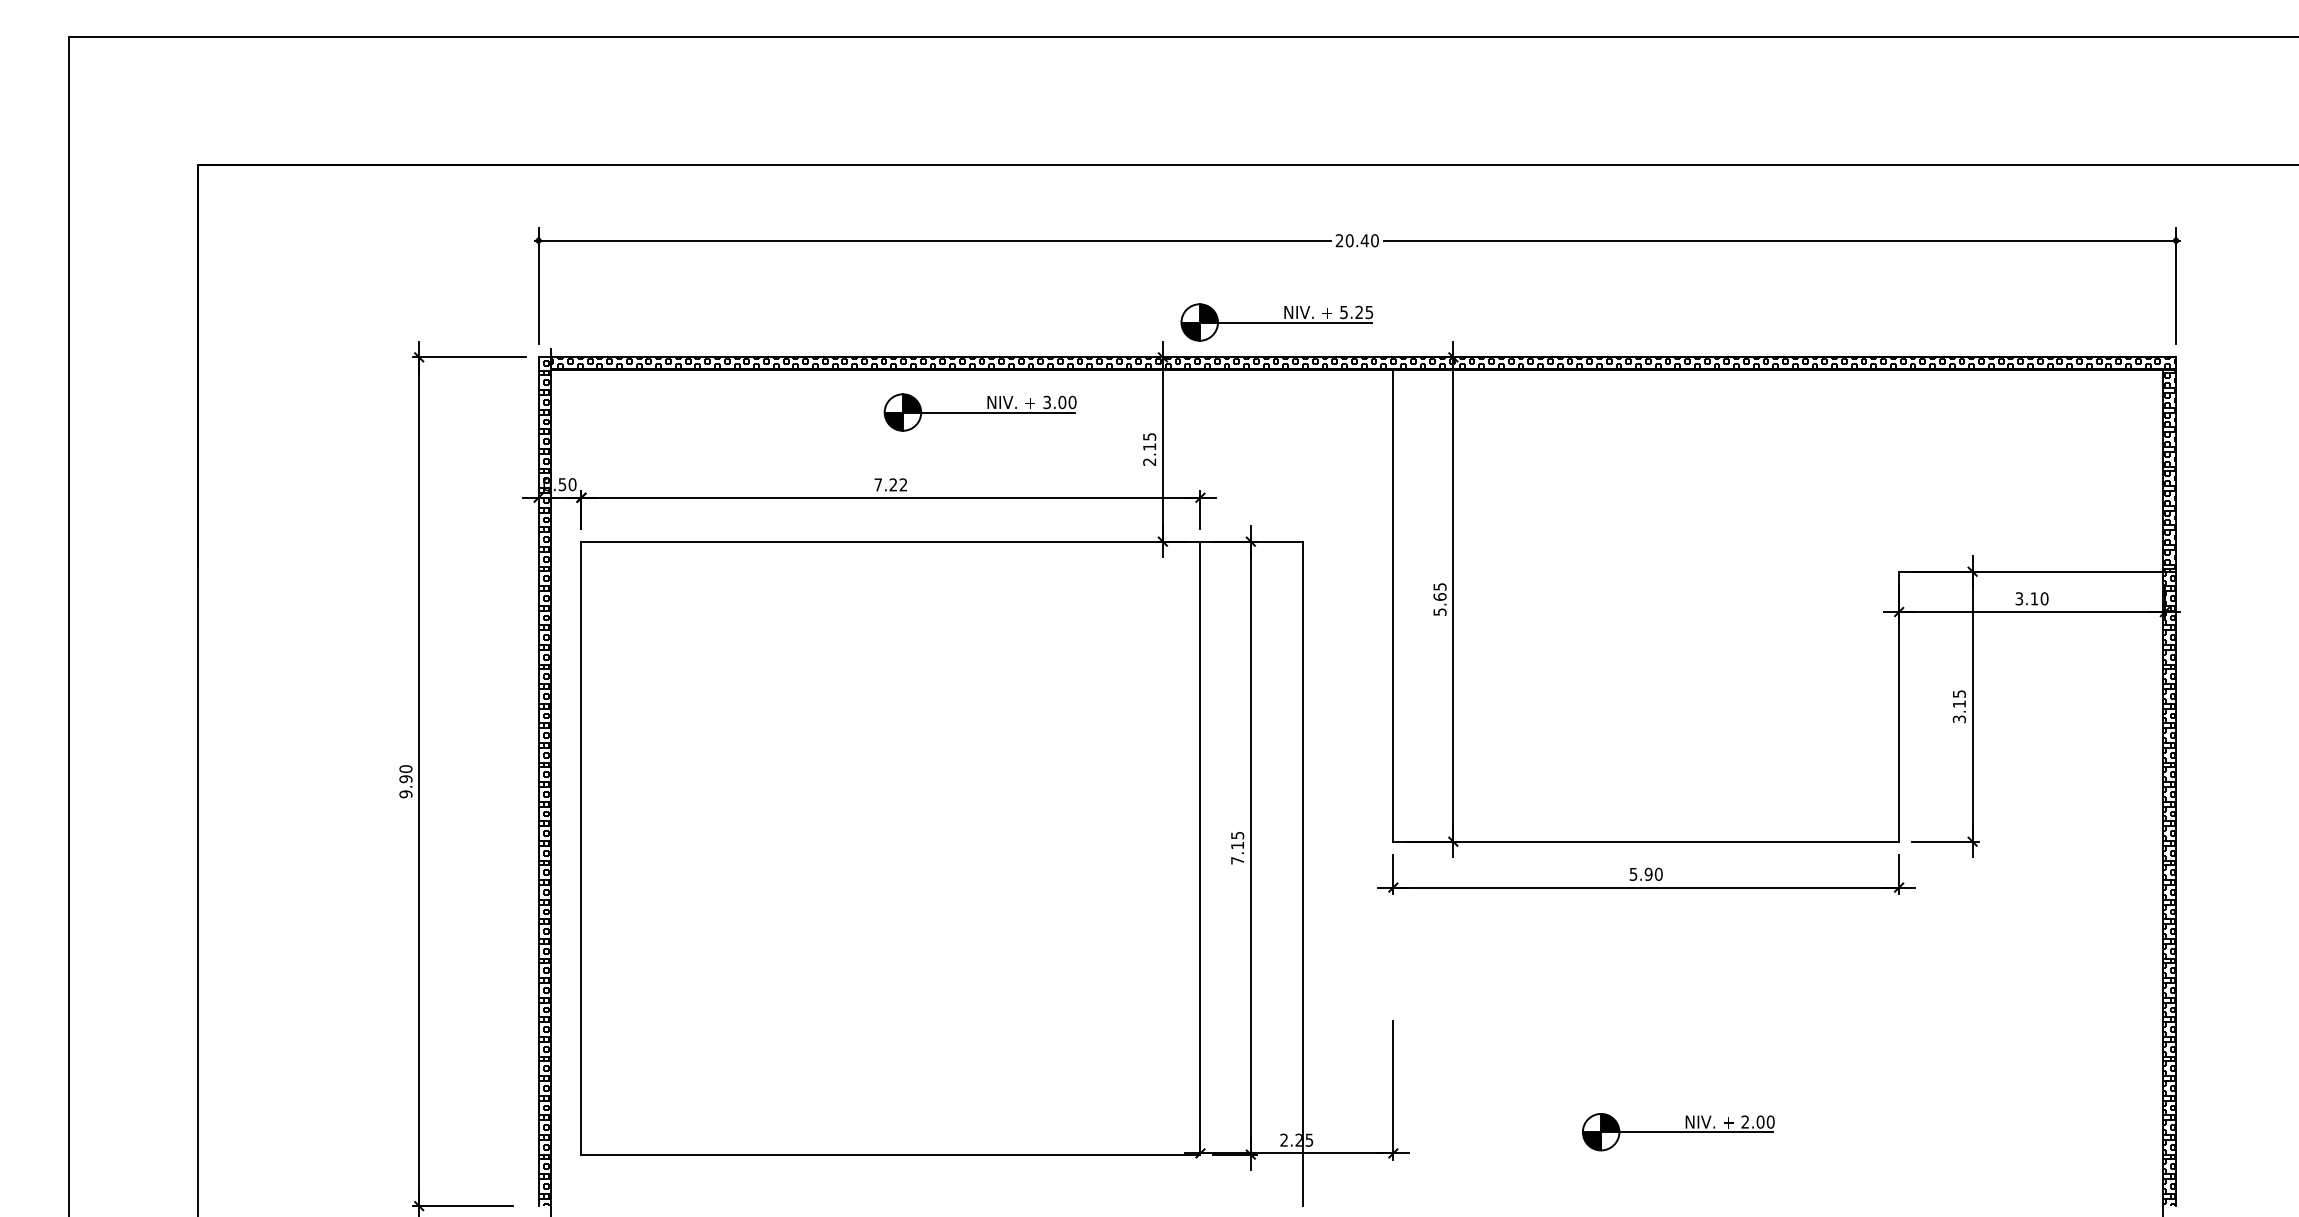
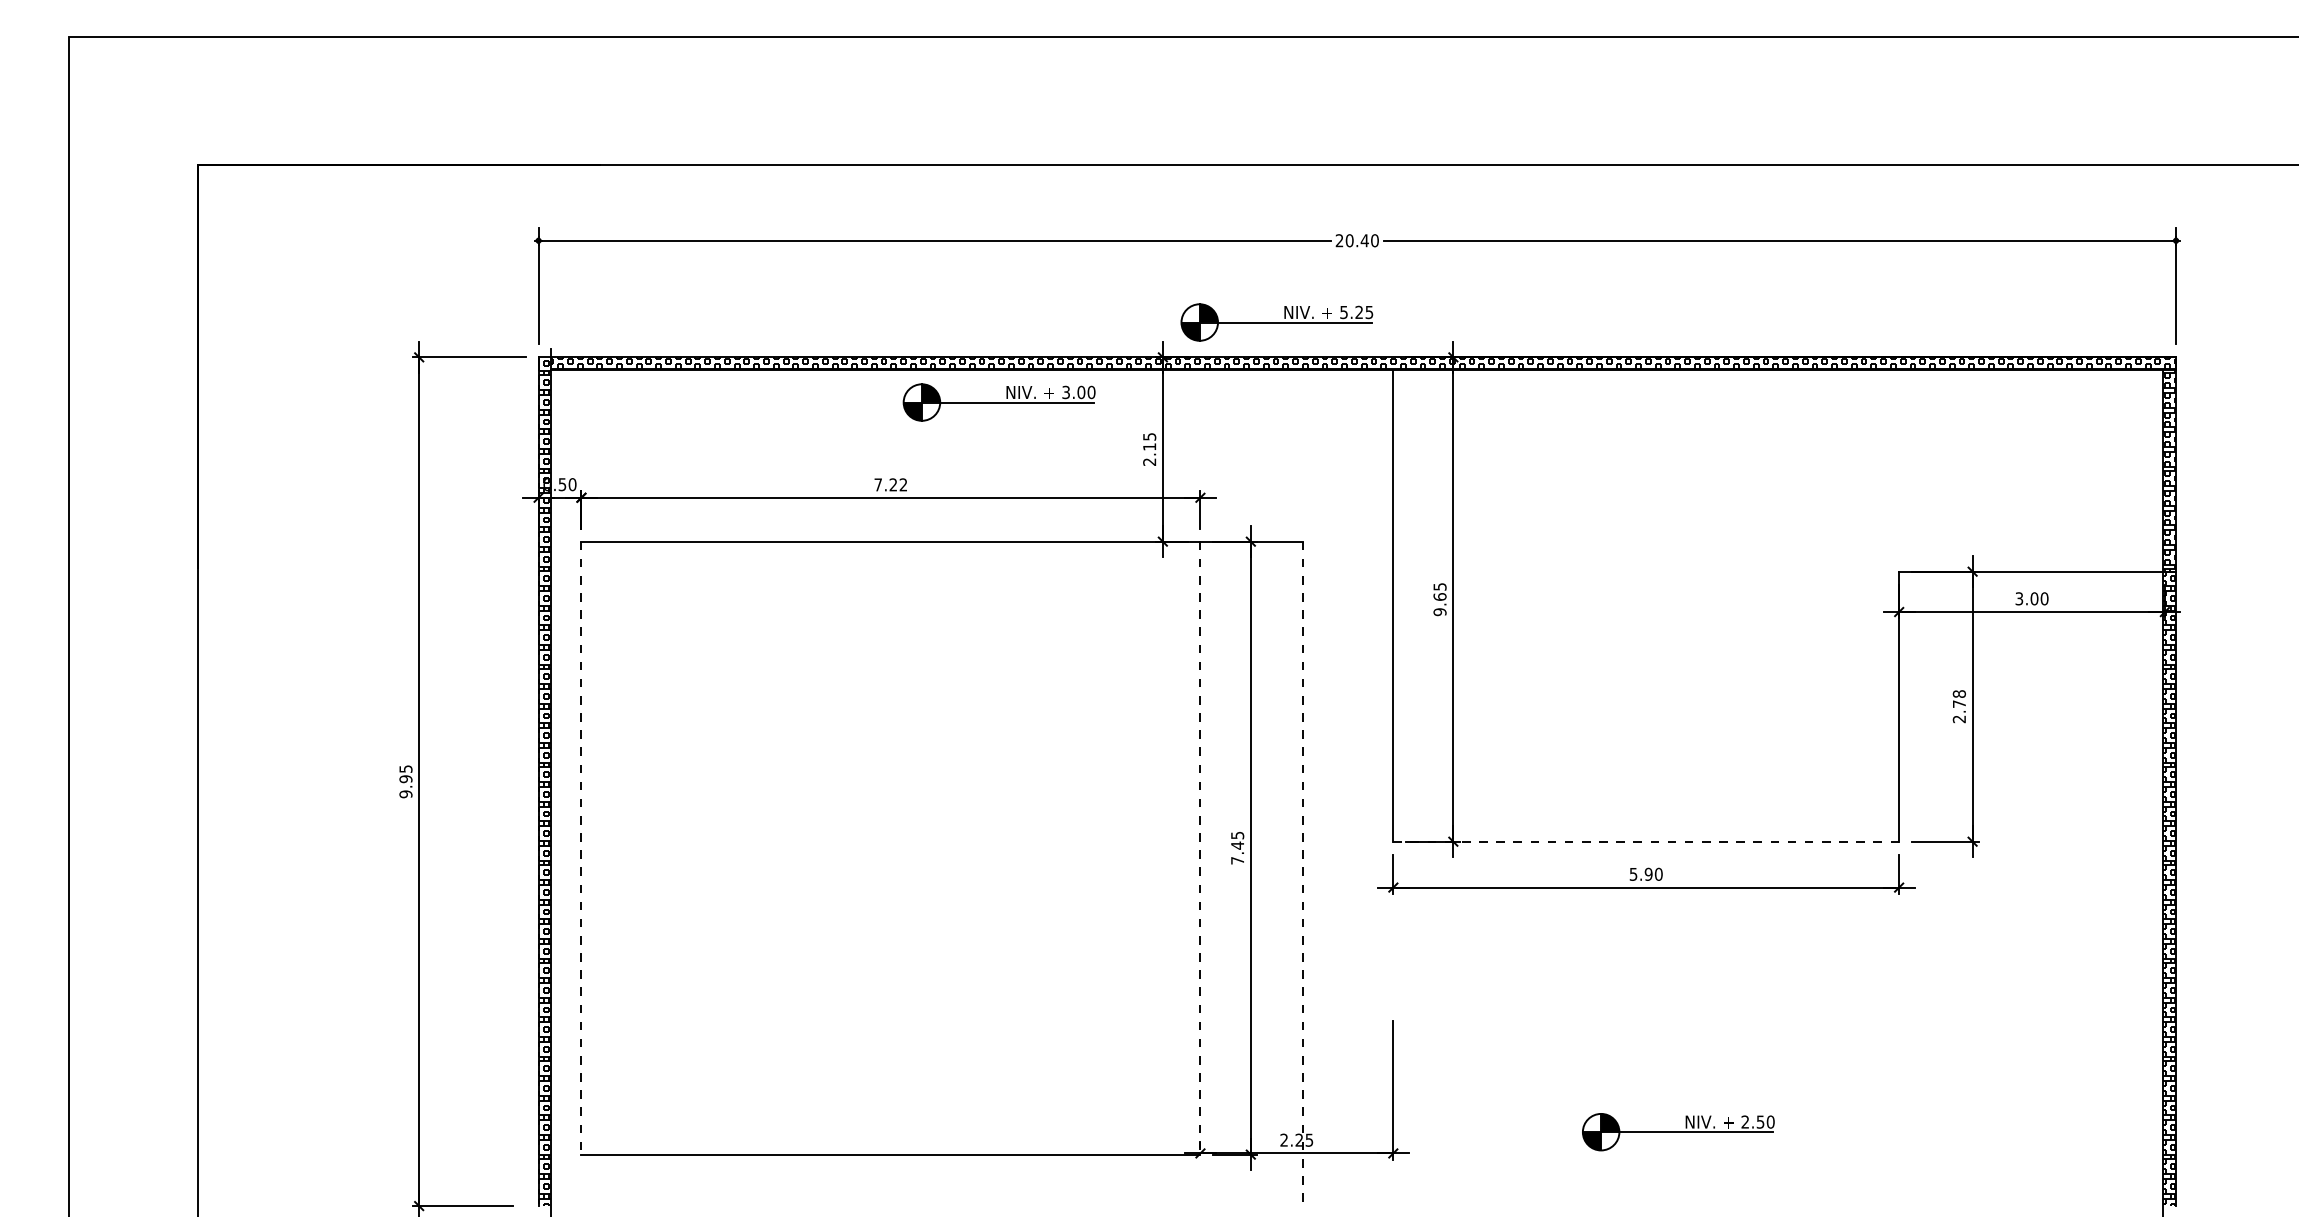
part at (979, 412) position: (979, 412) -> (998, 402)
text at (2034, 598): 3.10 -> 3.00
text at (1439, 612): 5.65 -> 9.65
text at (1958, 706): 3.15 -> 2.78
text at (405, 768): 9.90 -> 9.95
line at (1646, 841): solid -> dashed
text at (1237, 845): 7.15 -> 7.45
line at (581, 848): solid -> dashed
line at (1200, 848): solid -> dashed
line at (1303, 874): solid -> dashed
text at (1760, 1121): 2.00 -> 2.50
